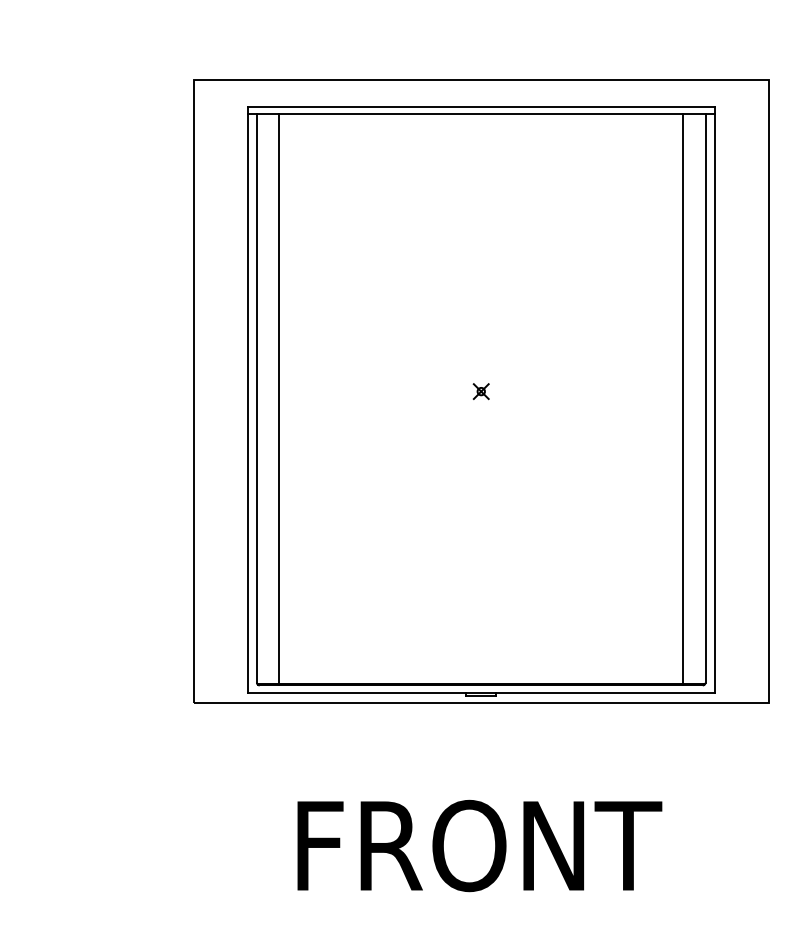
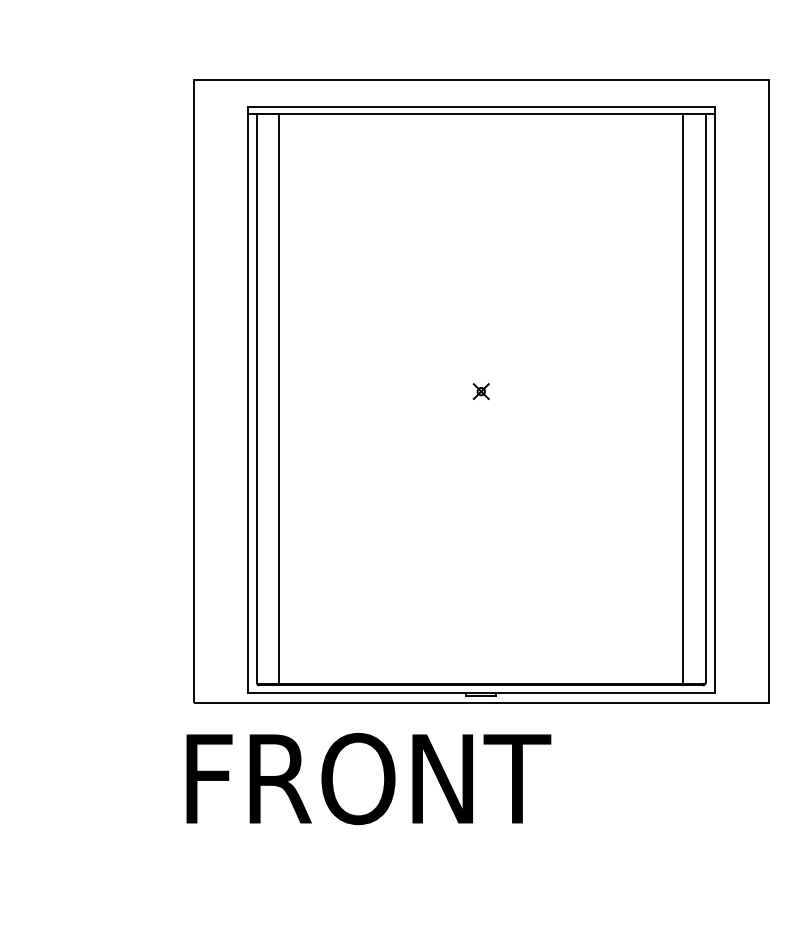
text at (479, 845) position: (479, 845) -> (368, 778)
